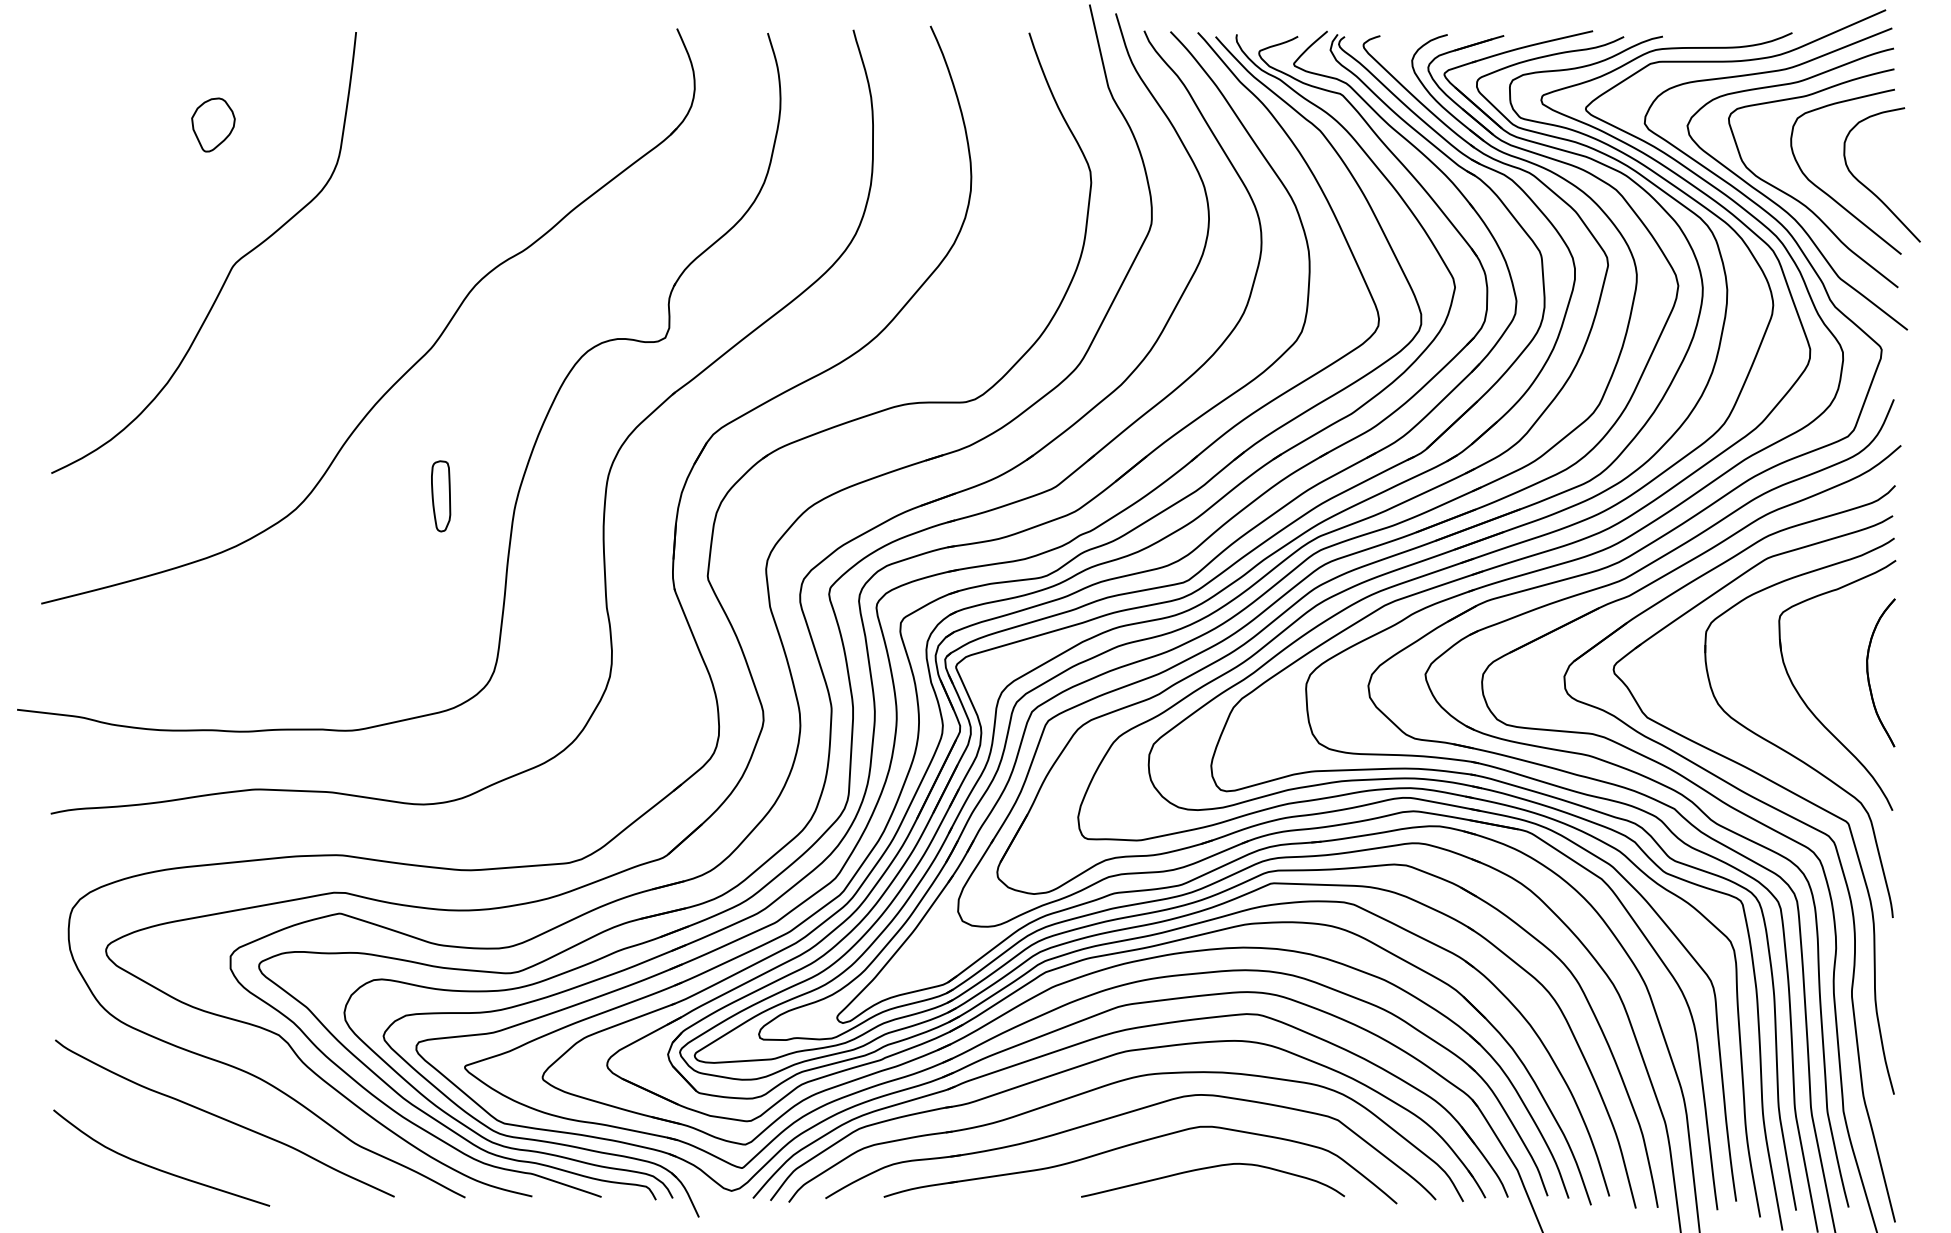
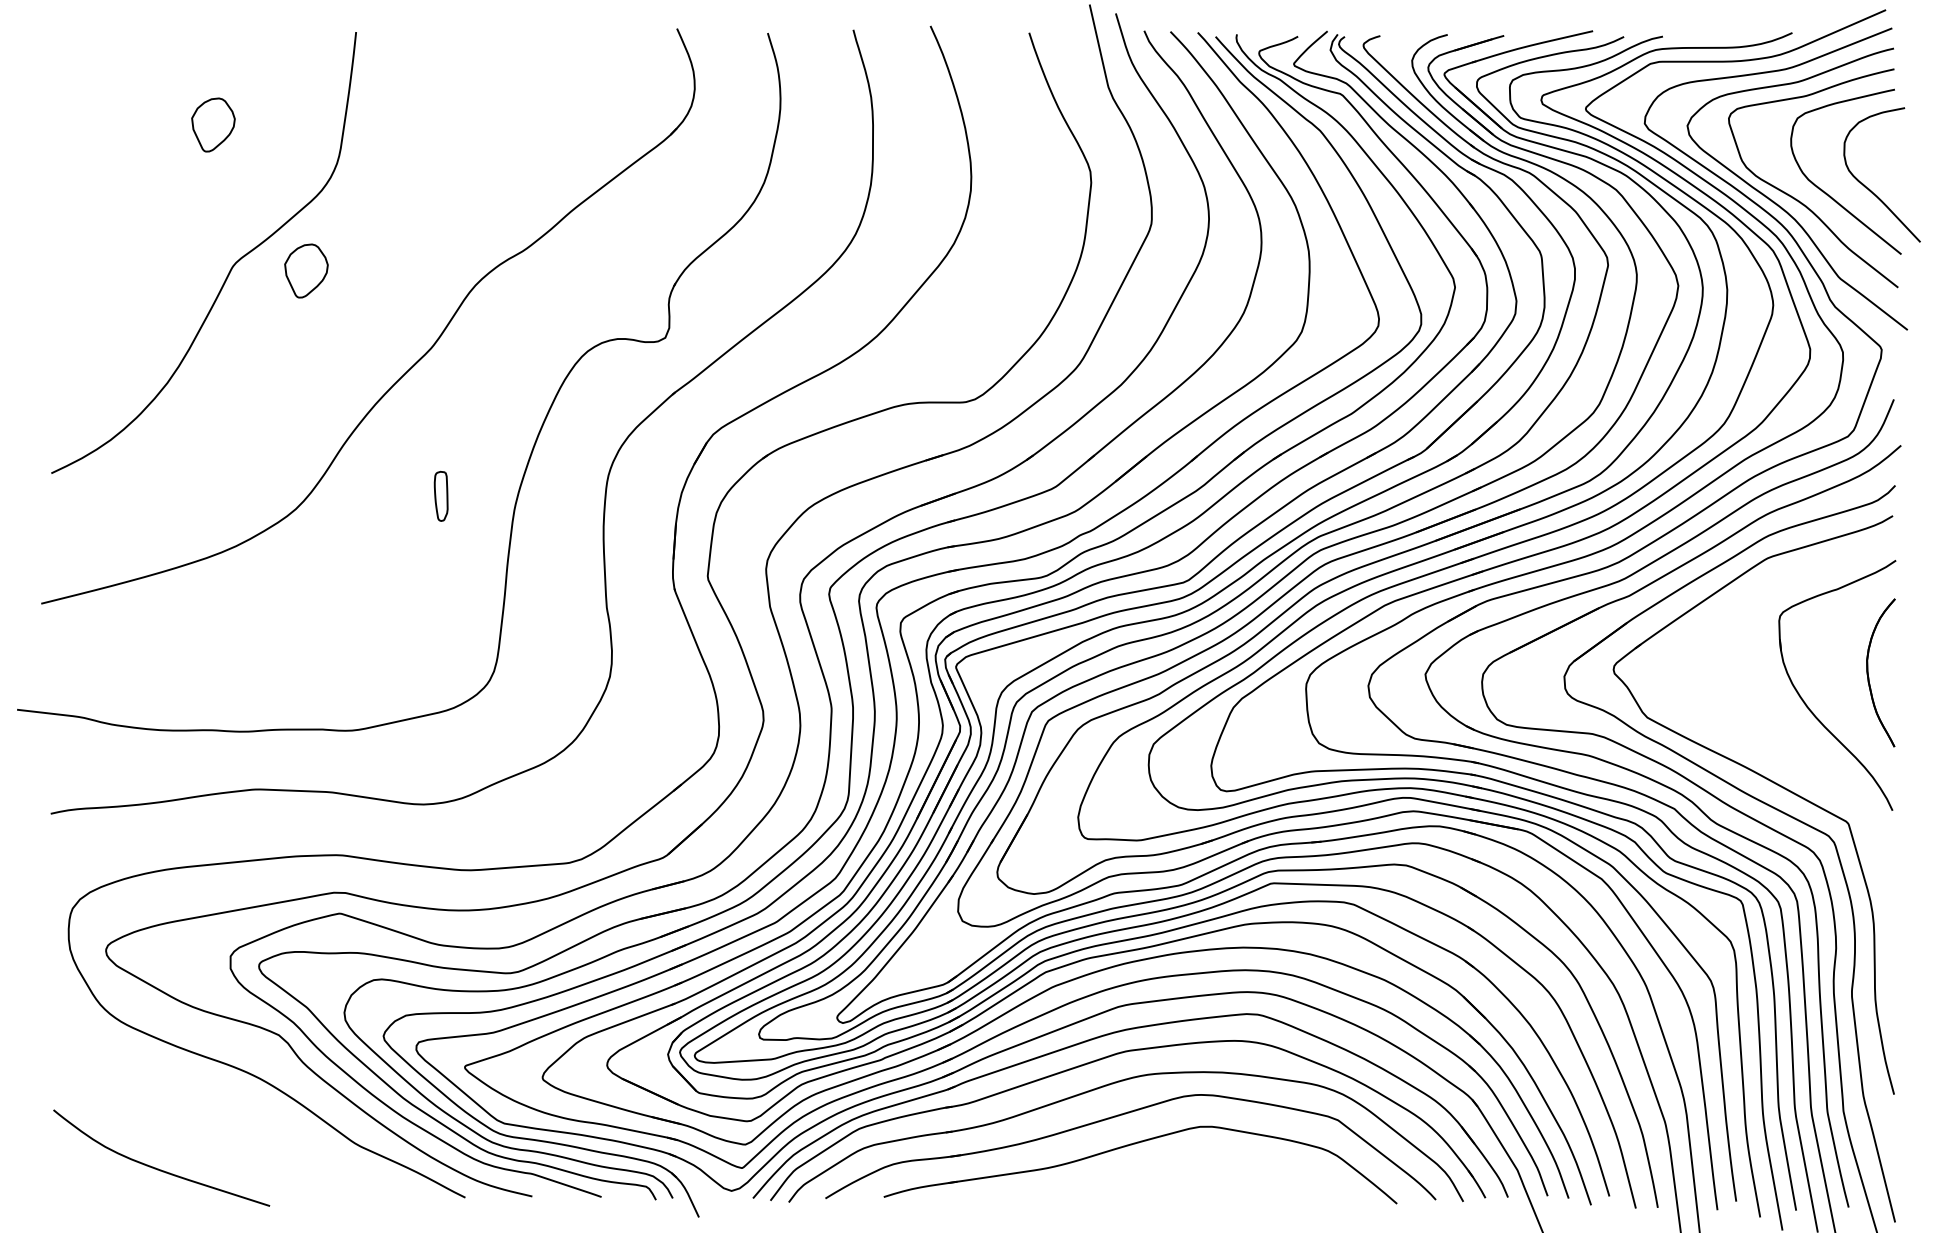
part at (306, 270): none -> present
part at (441, 496) size: 21x73 px -> 16x52 px
part at (1786, 750): present -> none
curve at (224, 1118): present -> none
curve at (1210, 1168): present -> none
